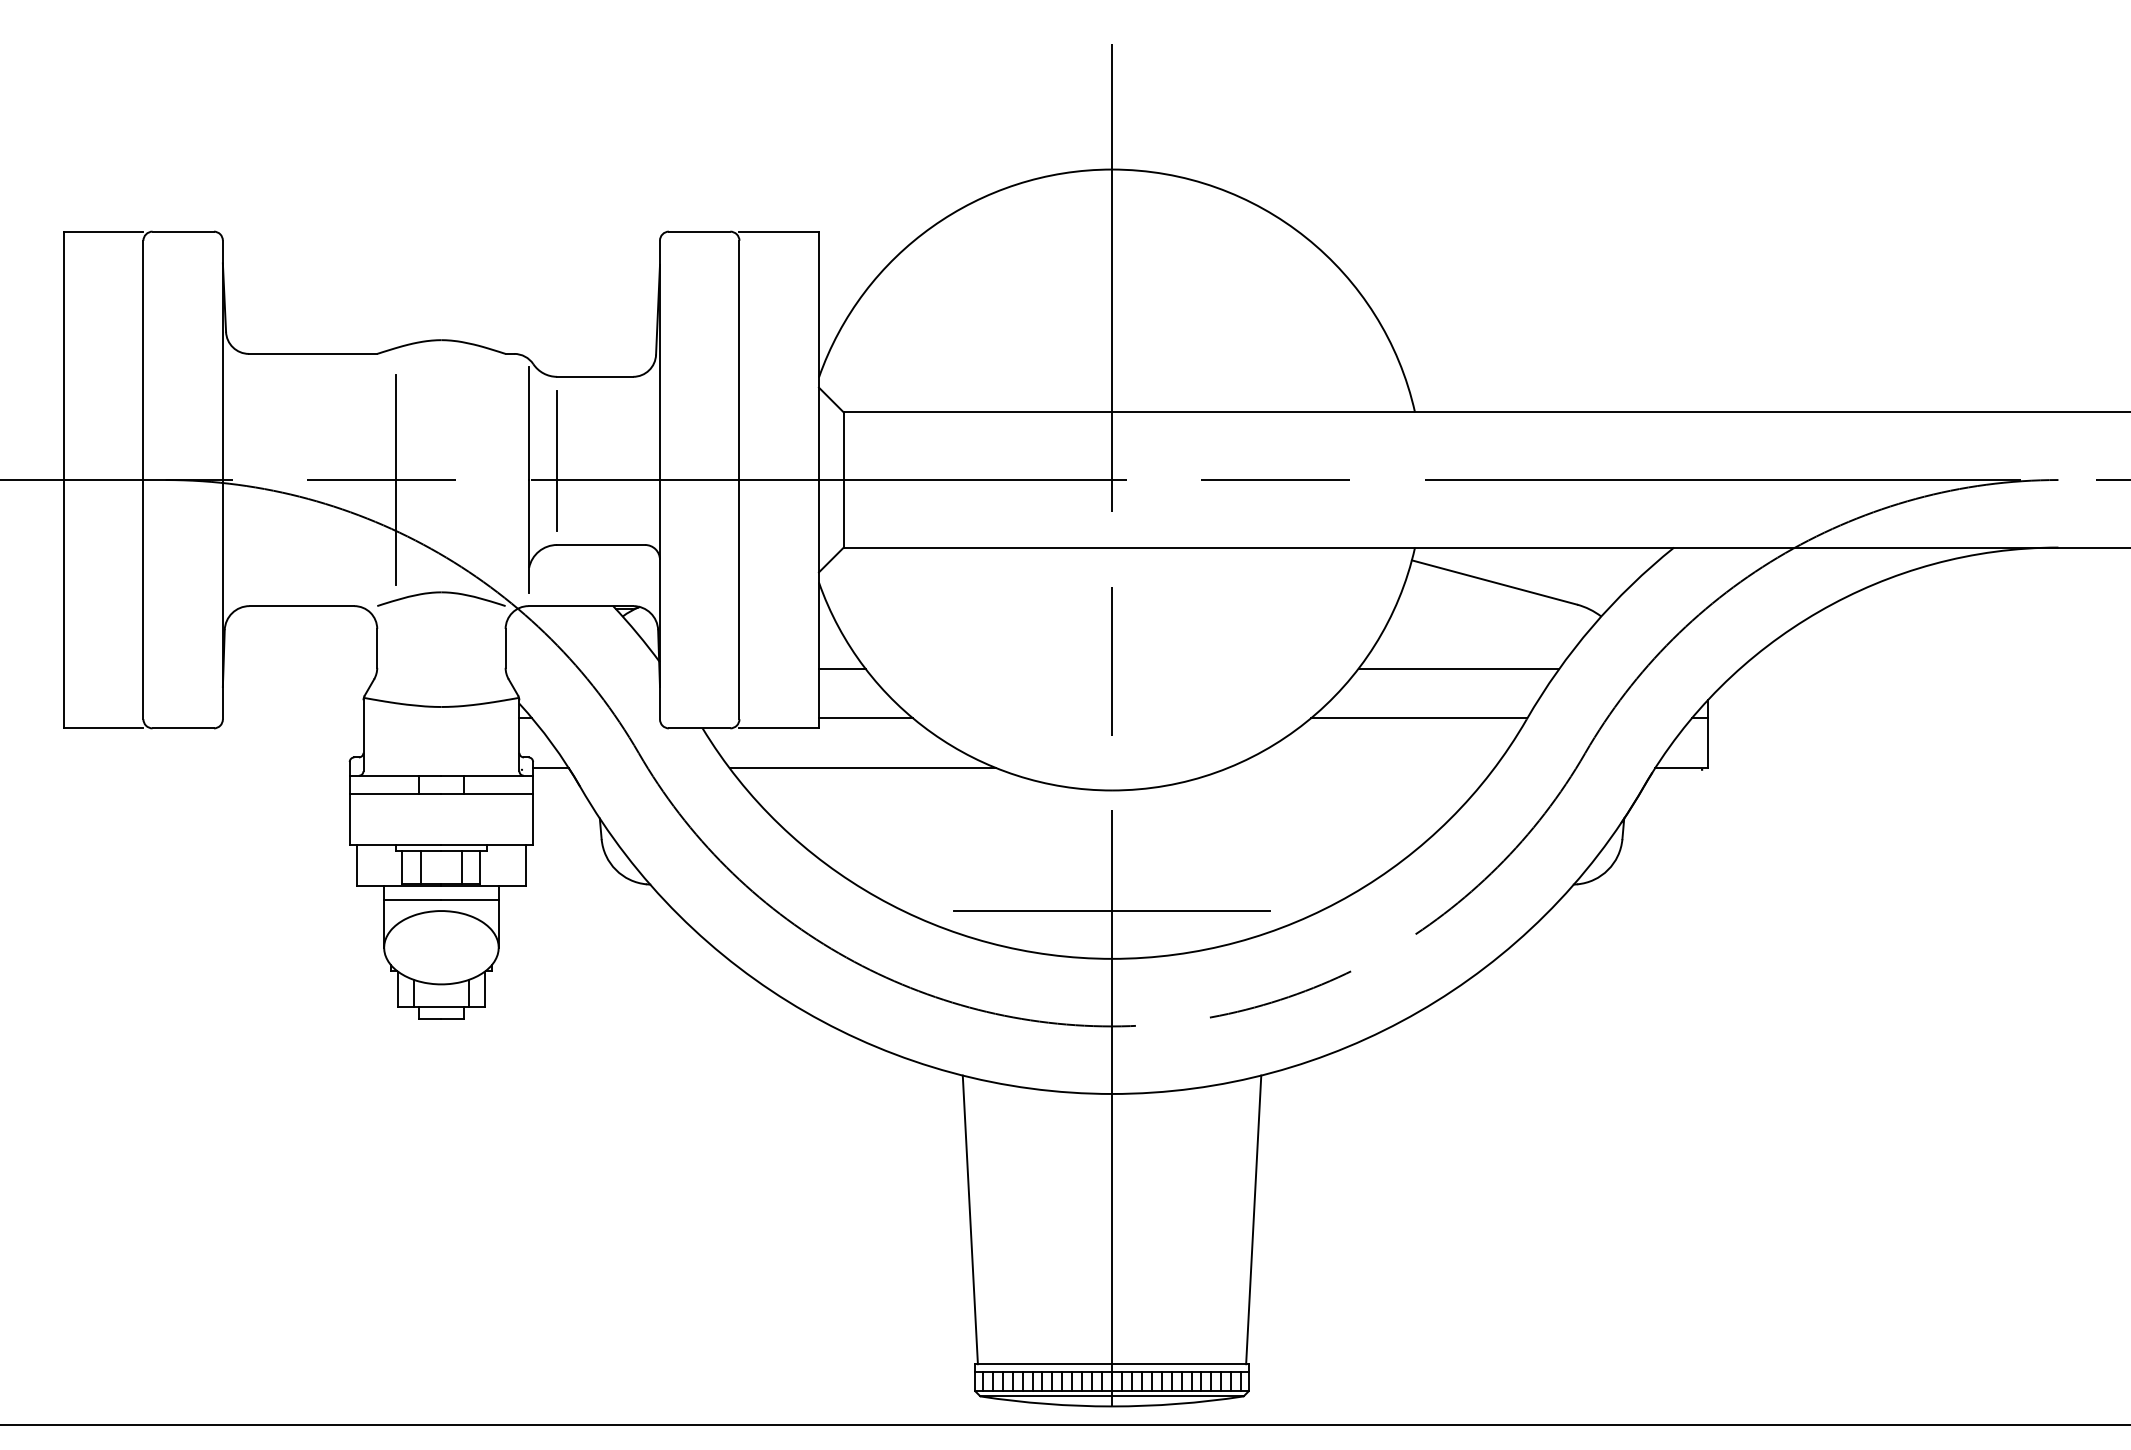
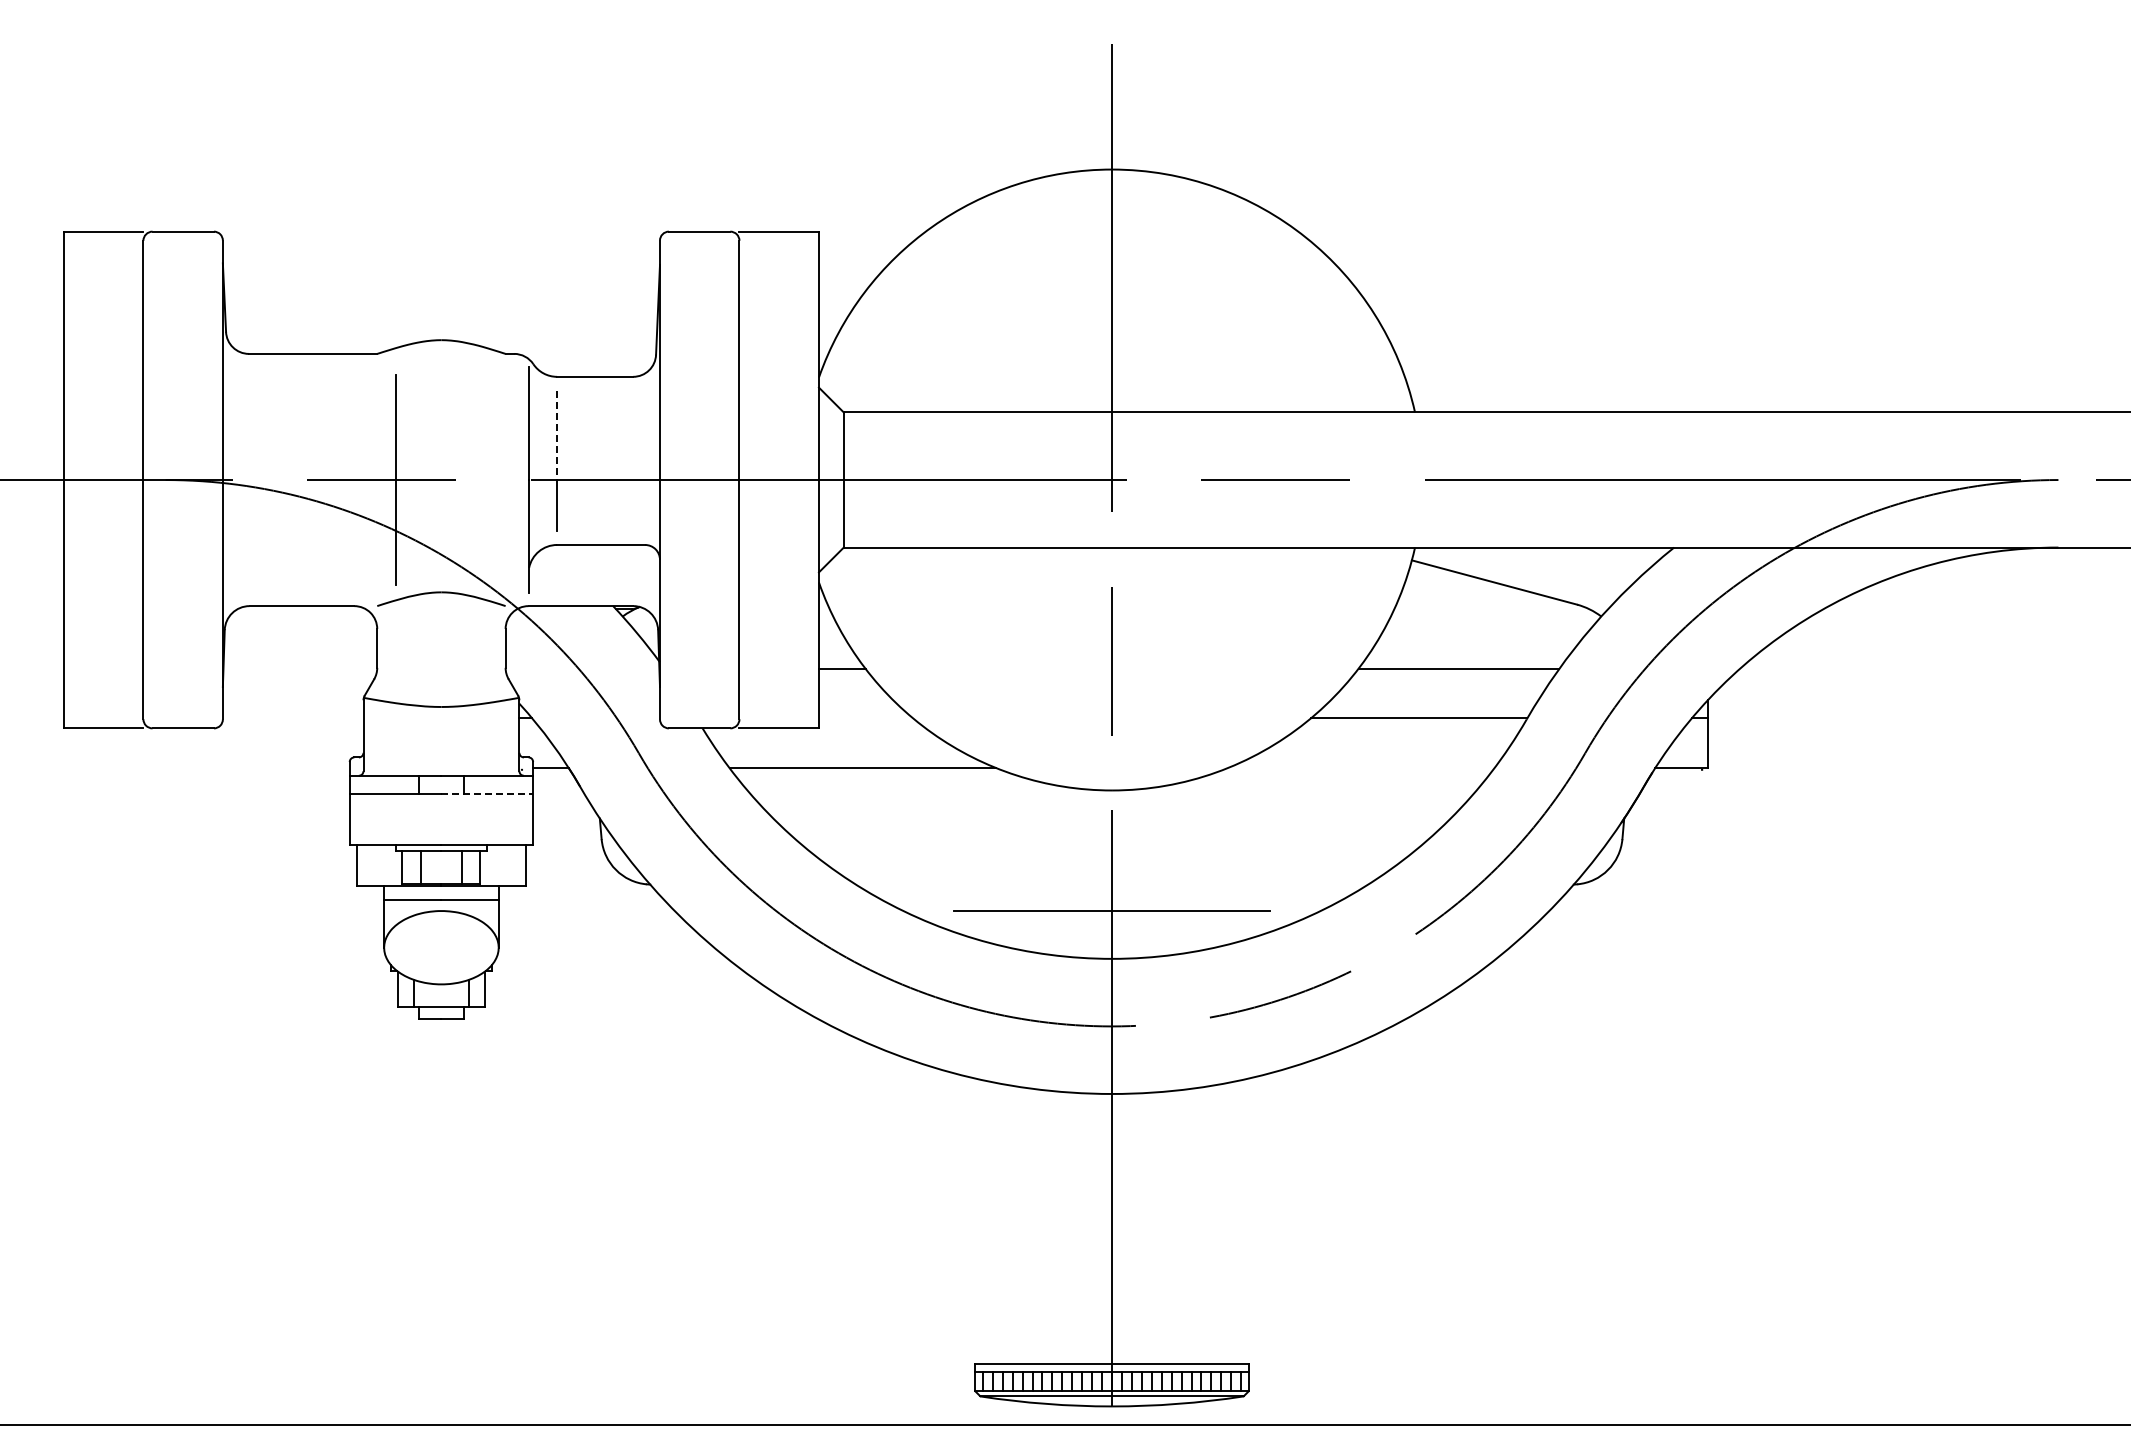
line at (557, 435): solid -> dashed
line at (865, 718): present -> none
line at (487, 794): solid -> dashed
line at (969, 1219): present -> none
line at (1253, 1219): present -> none
